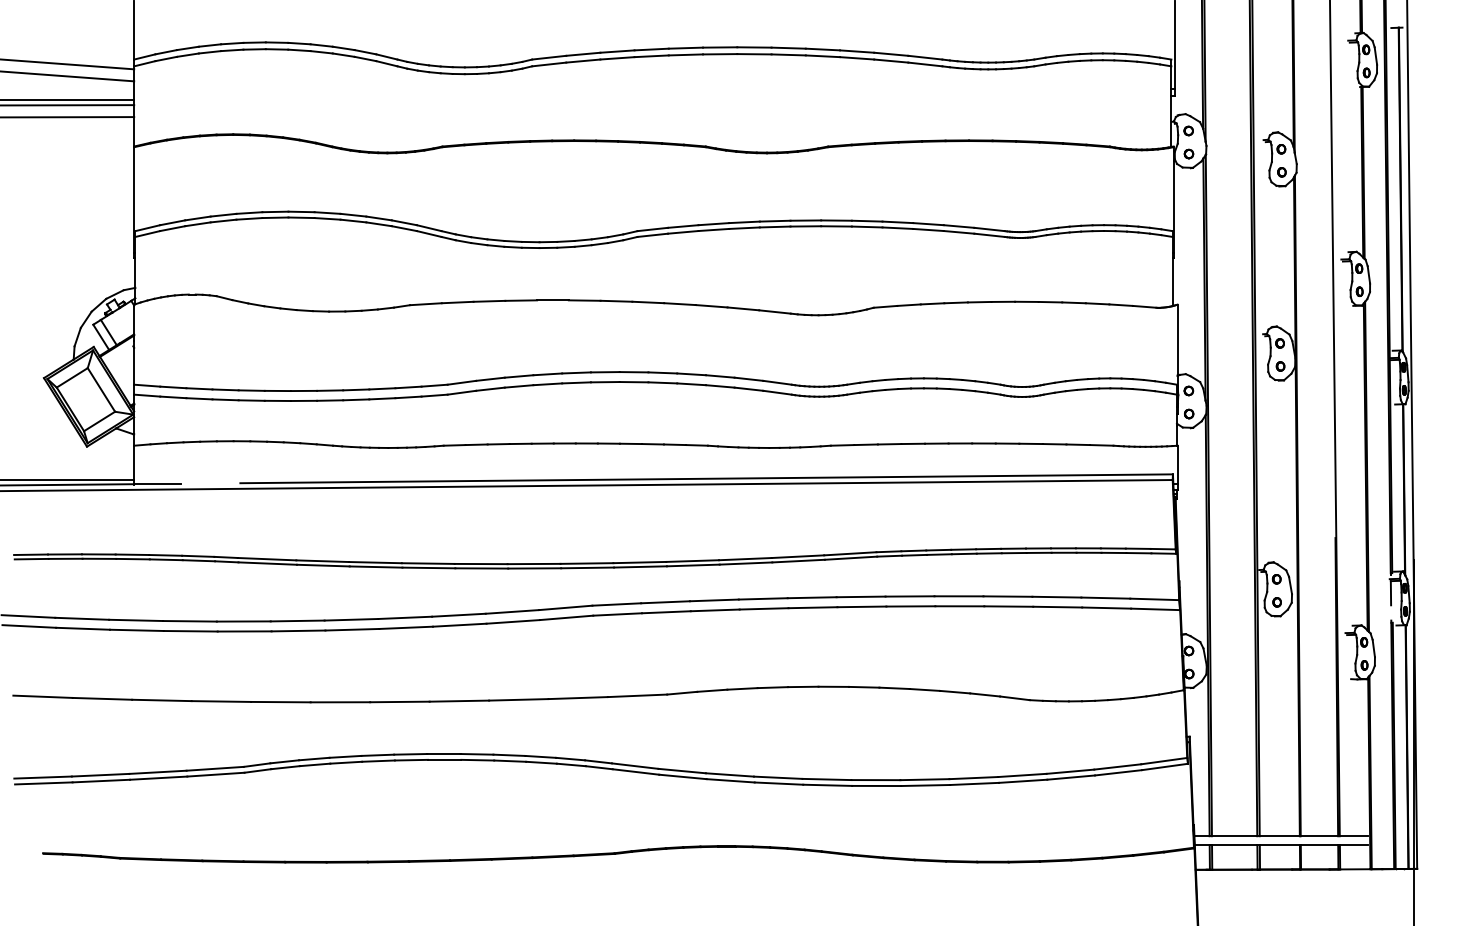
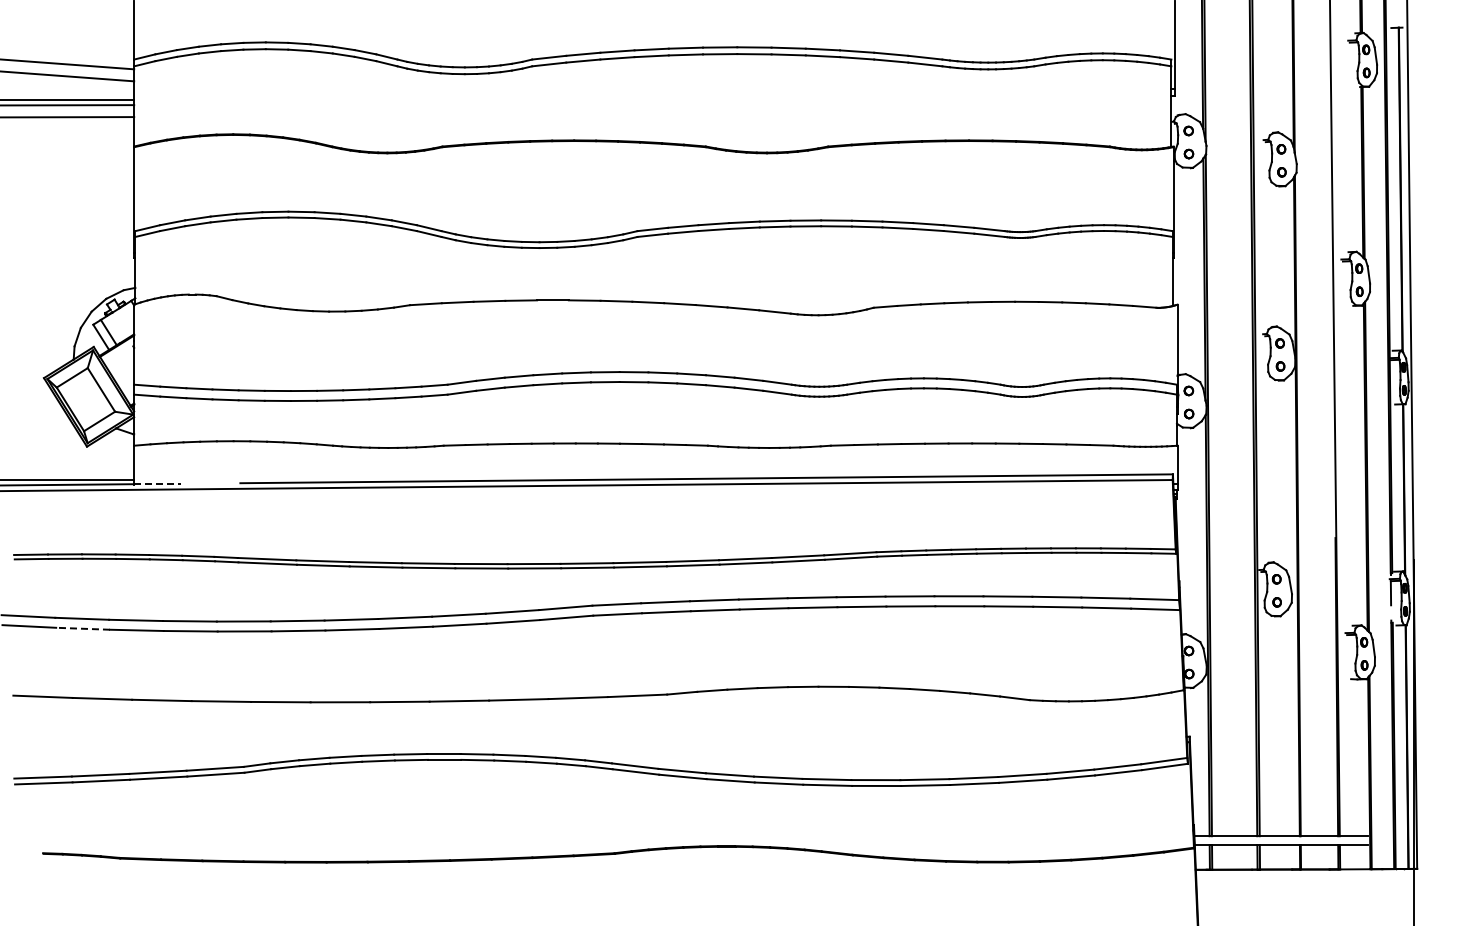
line at (158, 484): solid -> dashed
line at (83, 628): solid -> dashed
